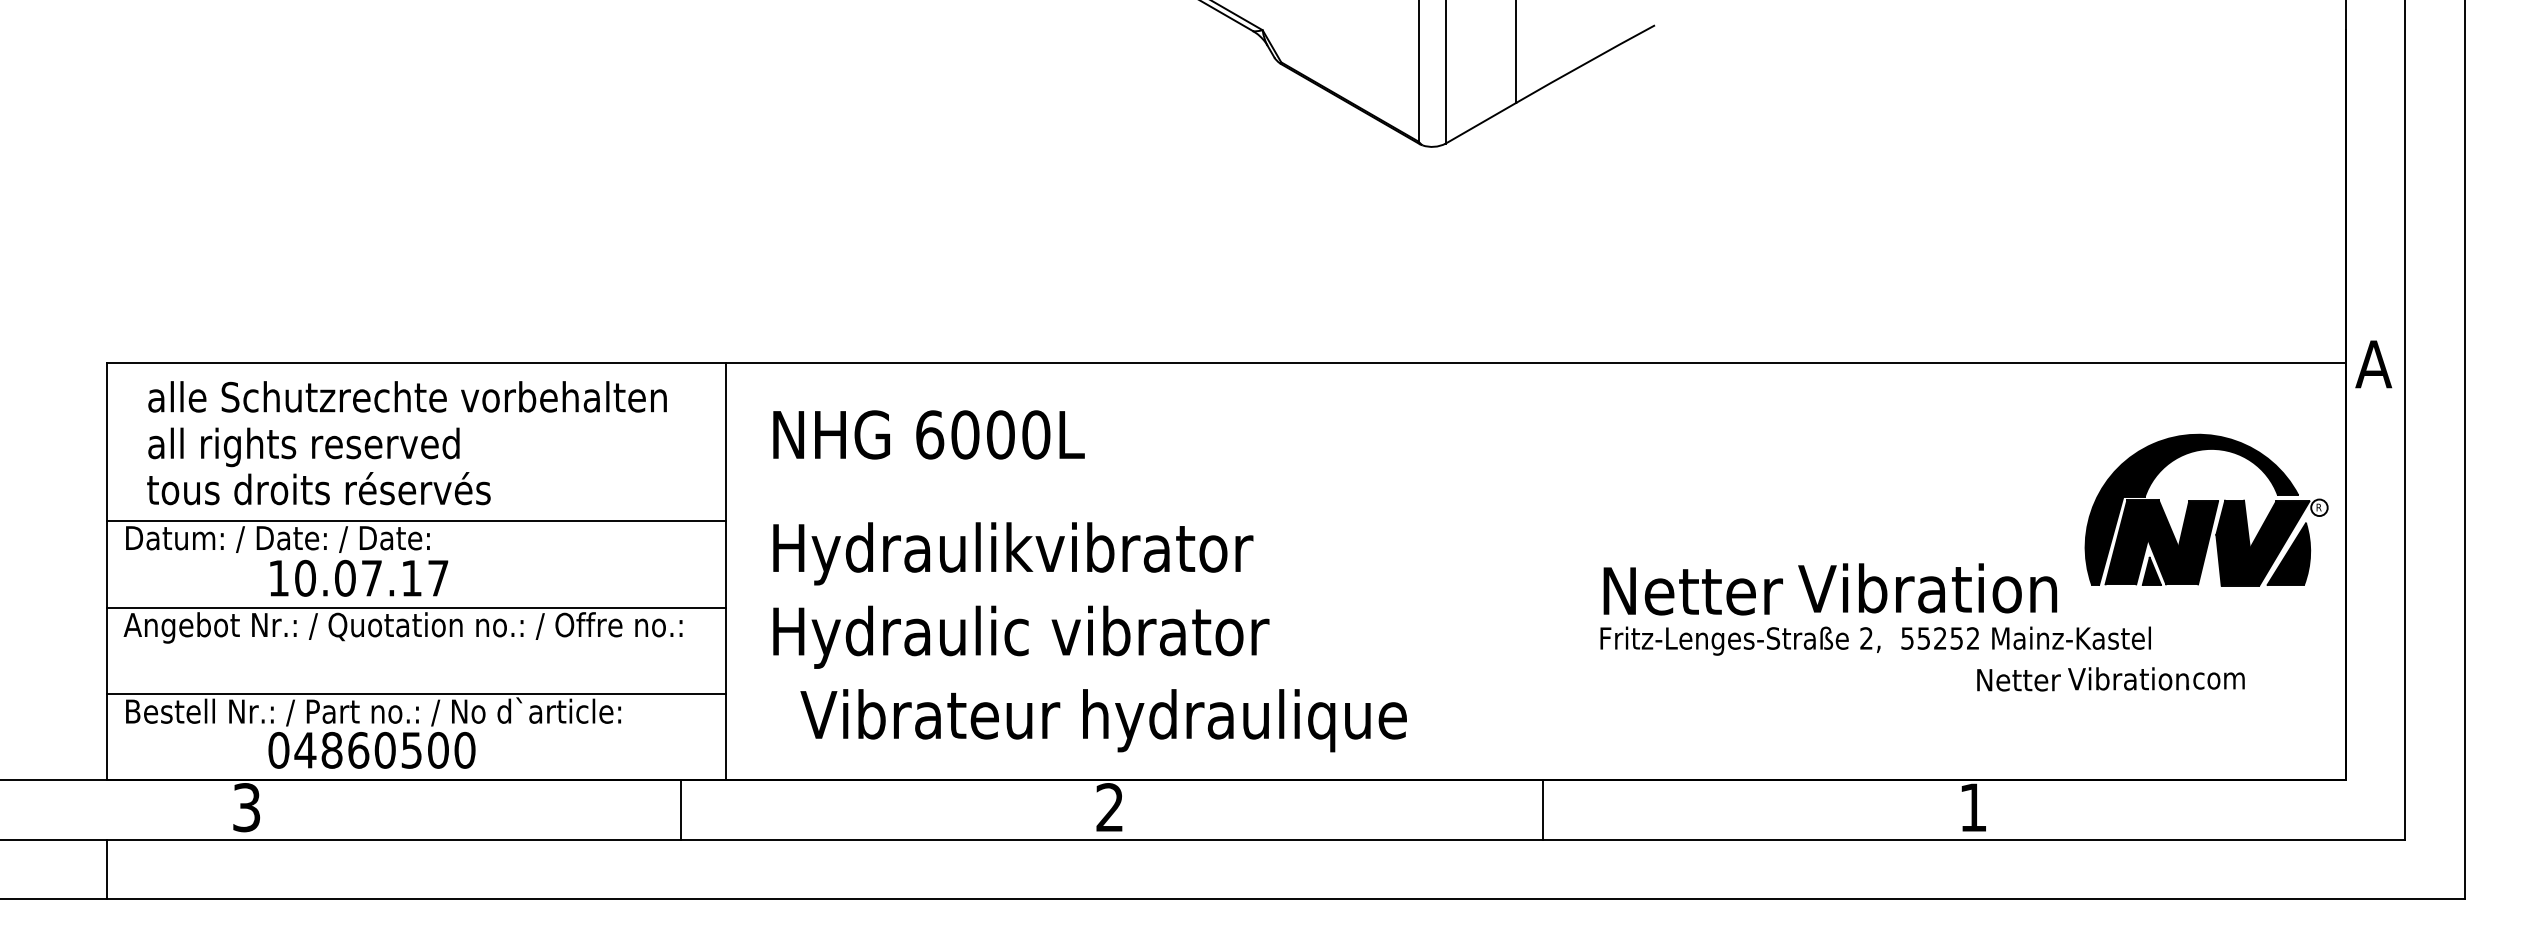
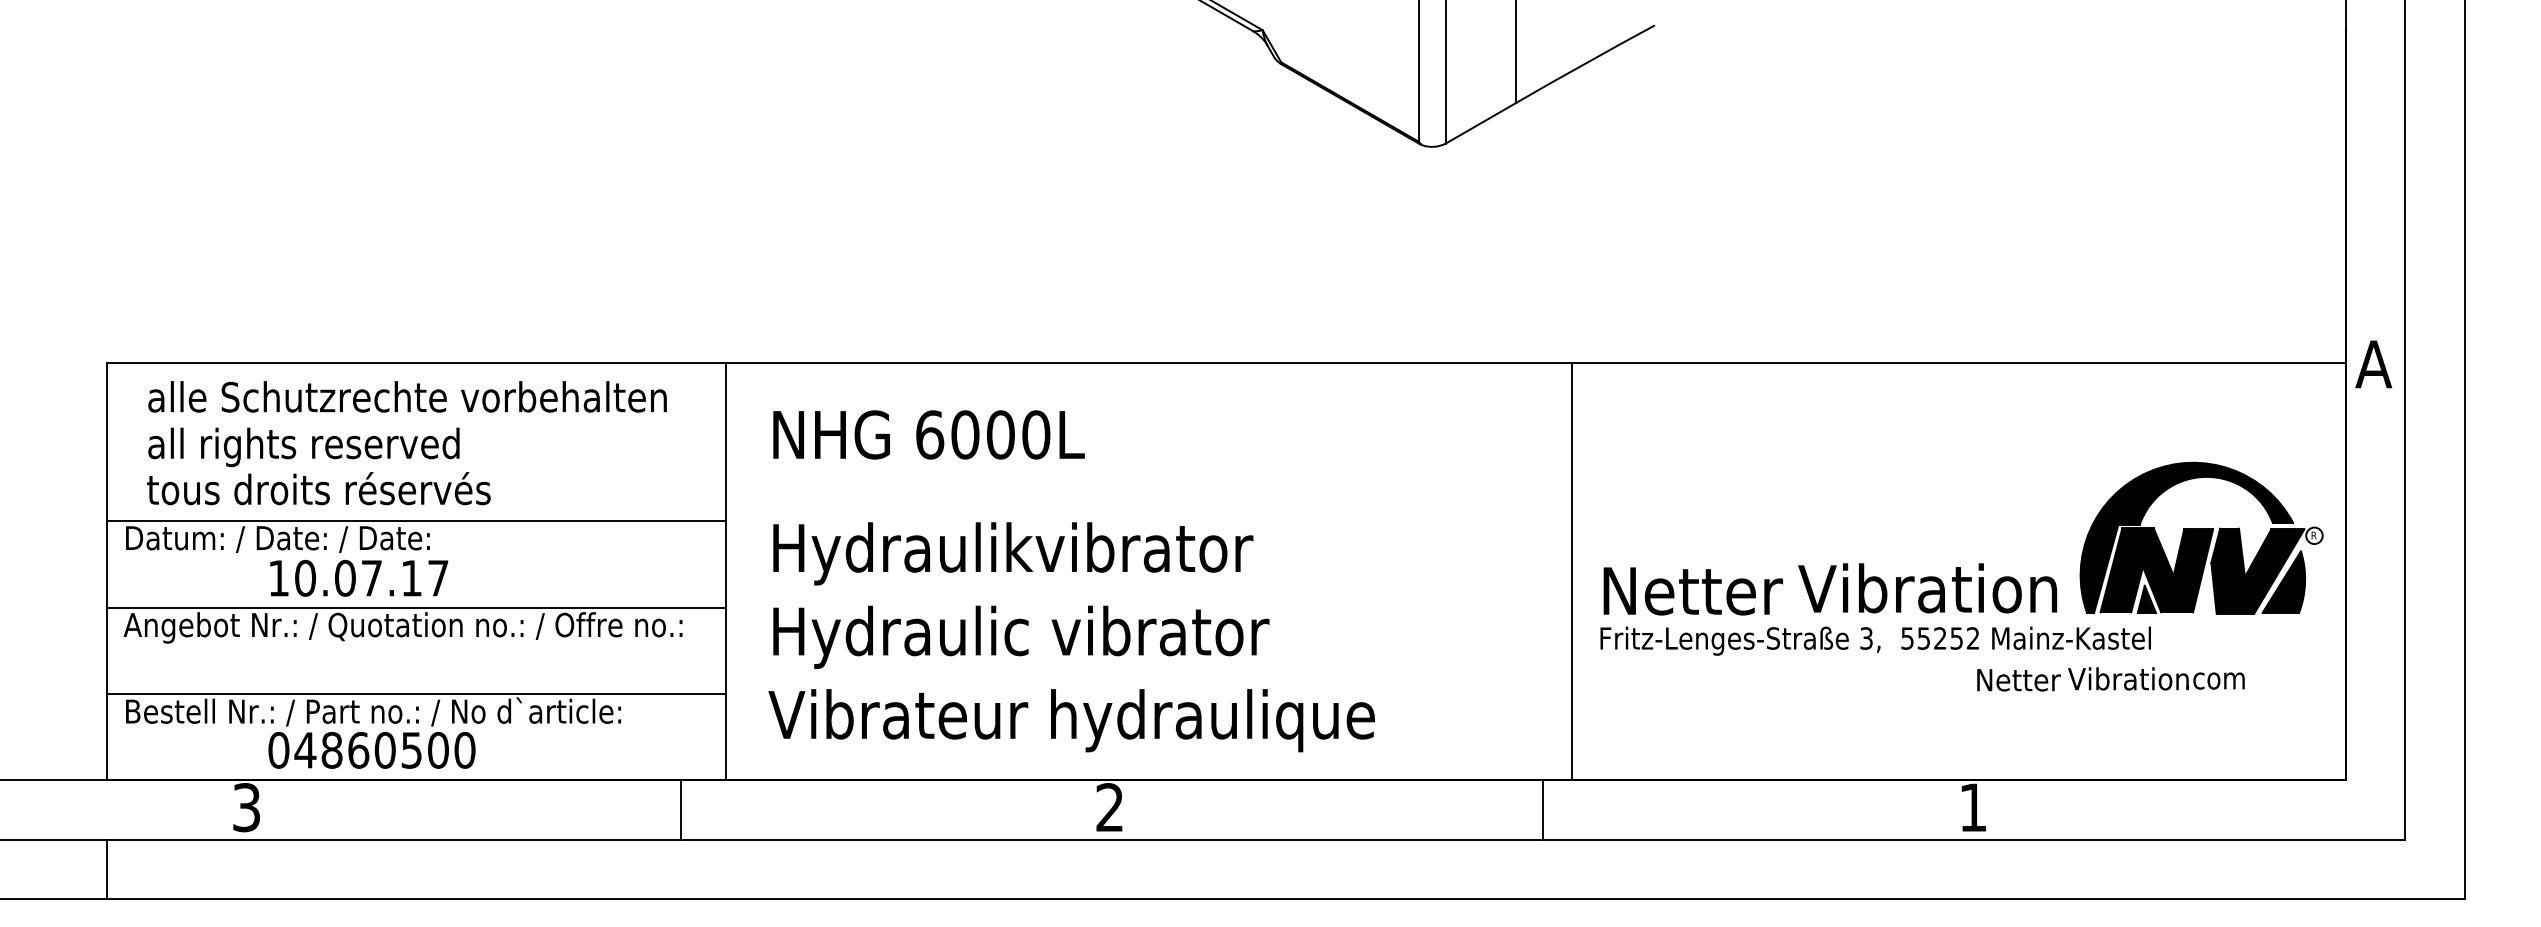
part at (2206, 509) position: (2206, 509) -> (2201, 537)
line at (1571, 571): none -> present
text at (1866, 638): 2, -> 3,
text at (1103, 720) position: (1103, 720) -> (1071, 720)
